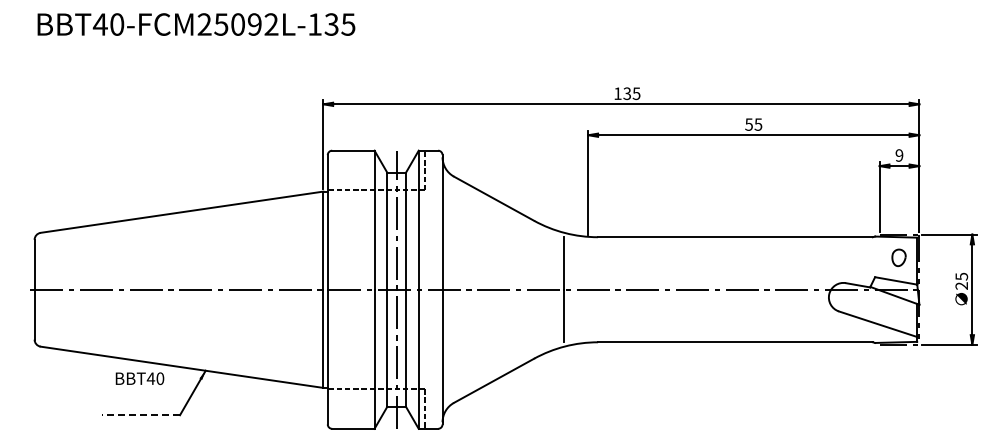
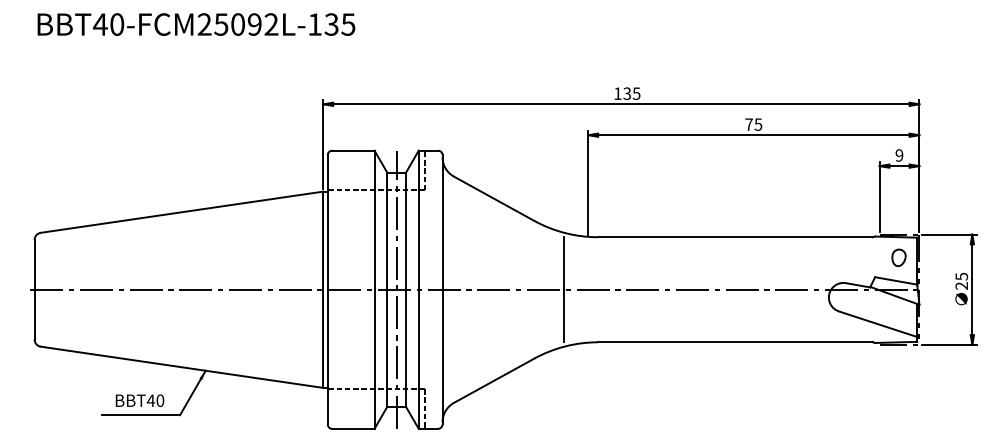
text at (748, 124): 55 -> 75
text at (139, 378) position: (139, 378) -> (139, 400)
line at (140, 415): dashed -> solid
